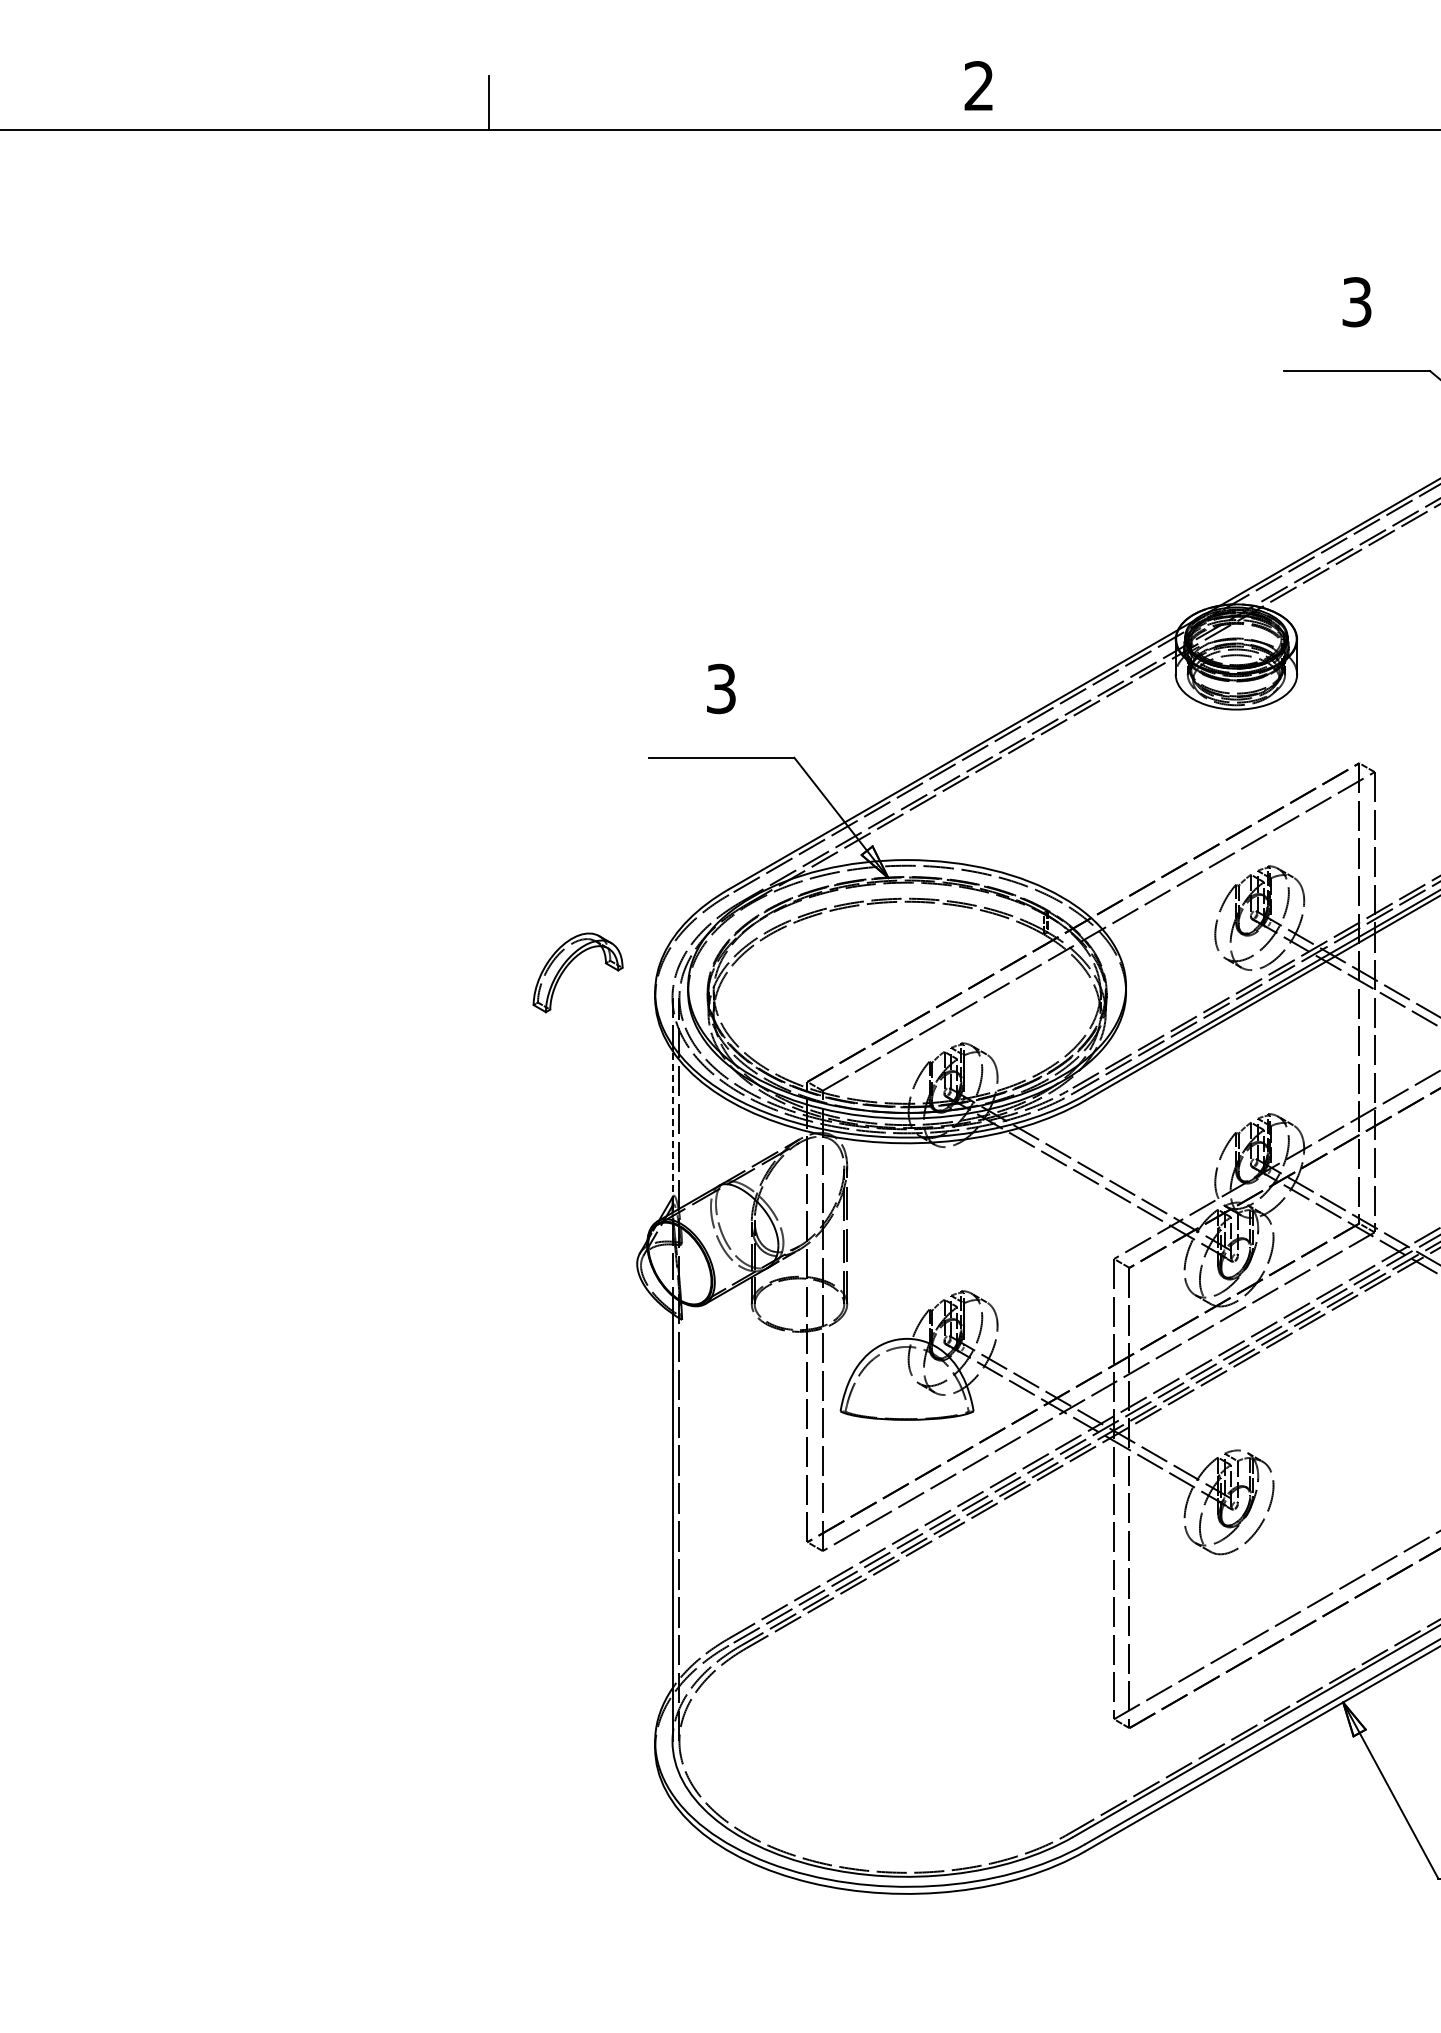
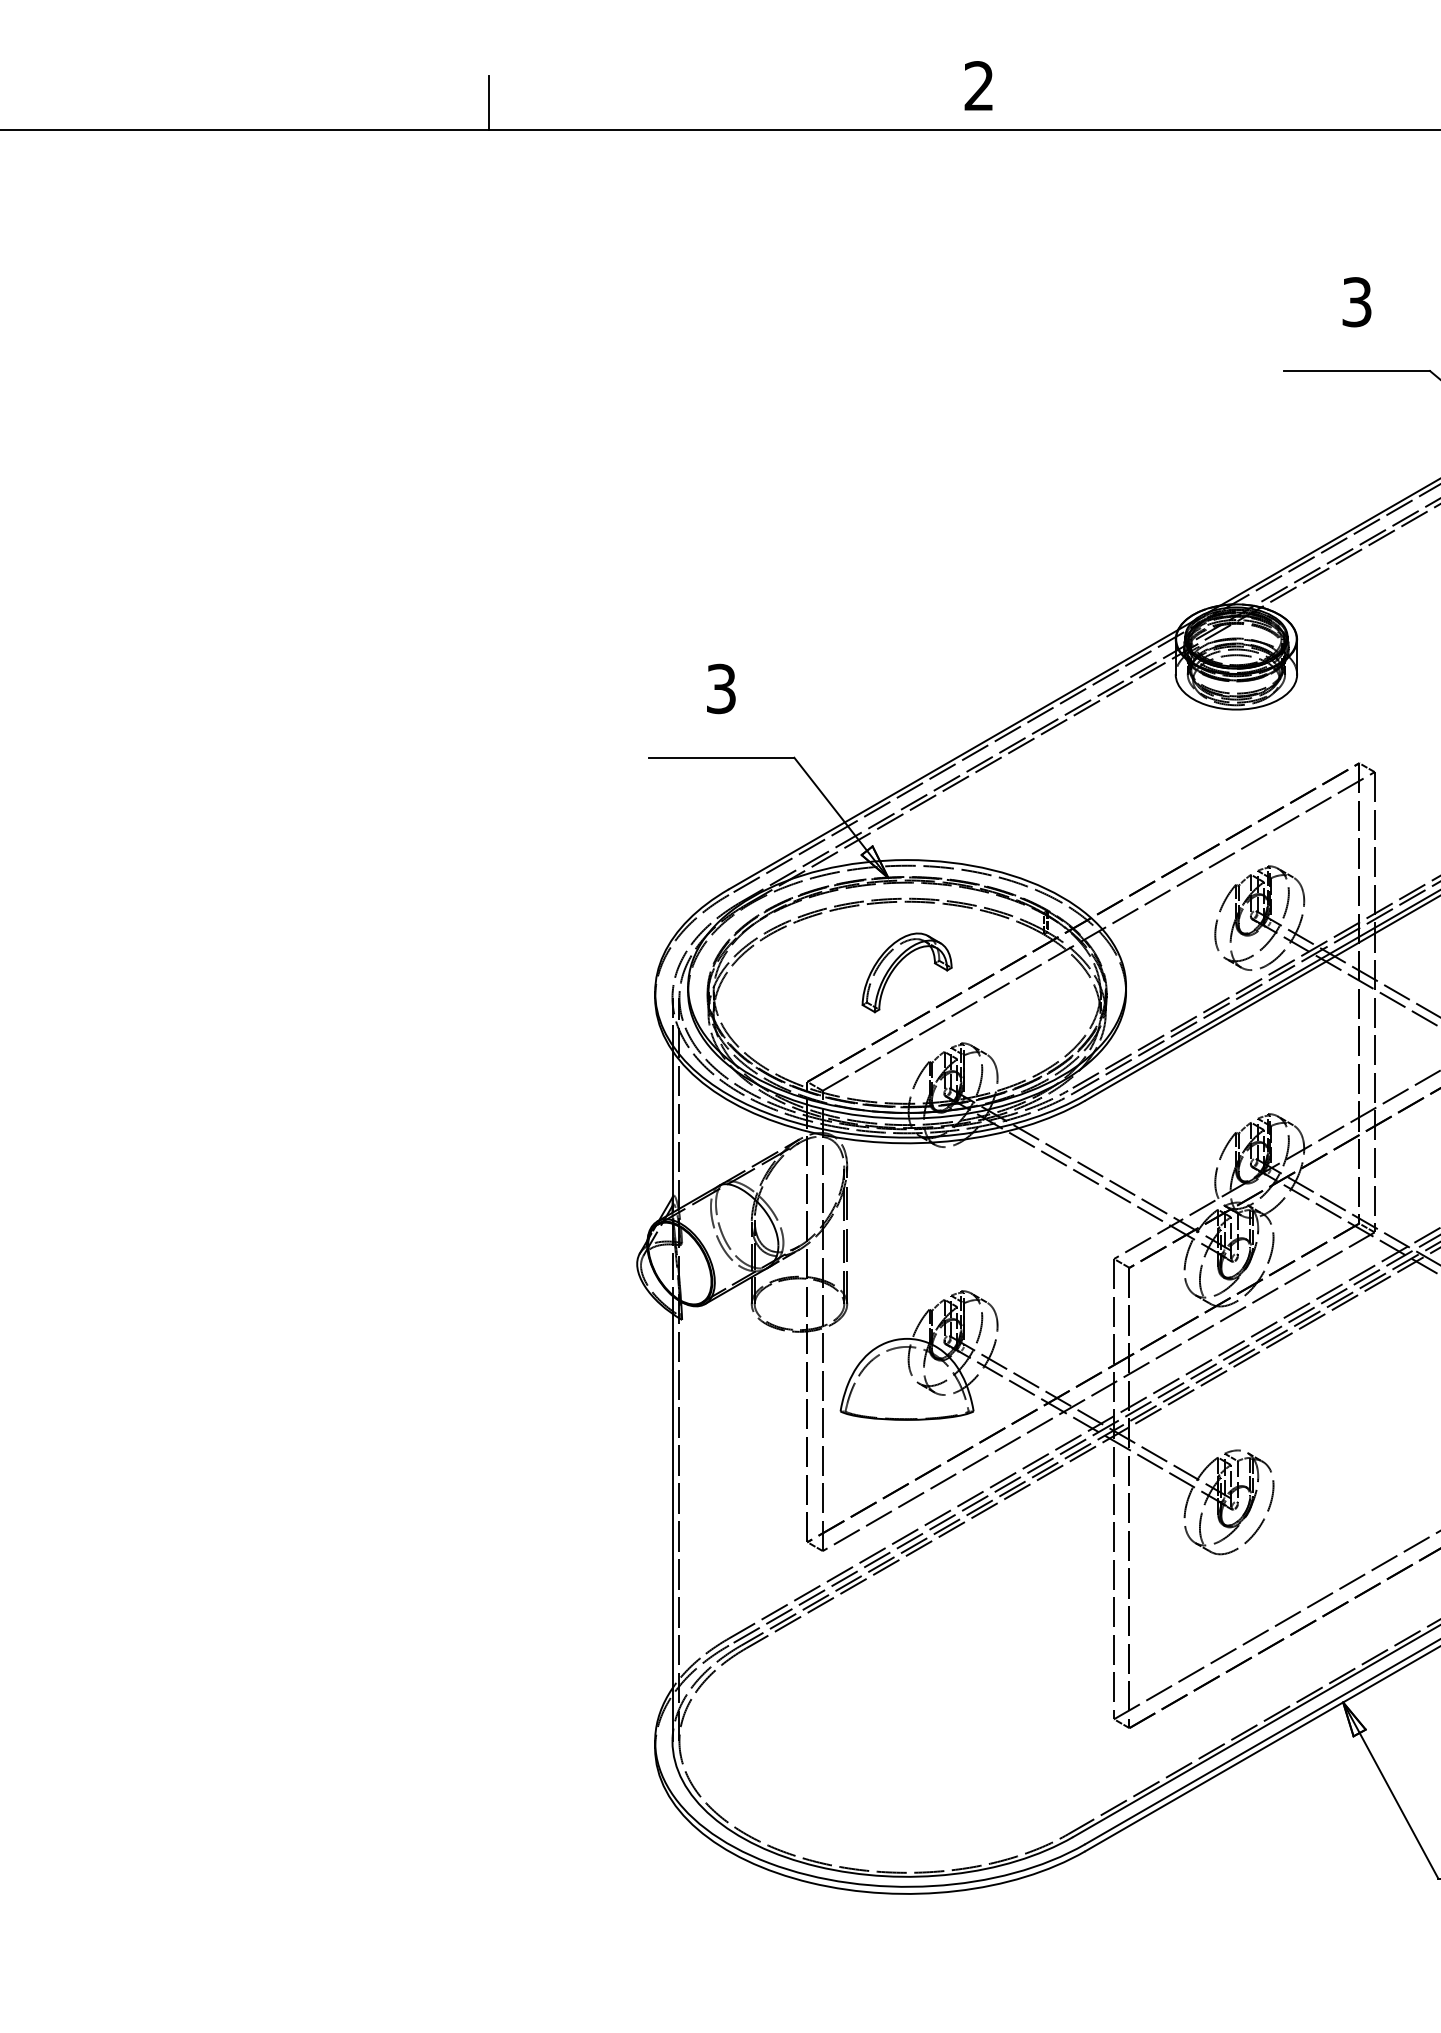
part at (567, 967) position: (567, 967) -> (896, 967)
line at (672, 1126): dashed -> solid
